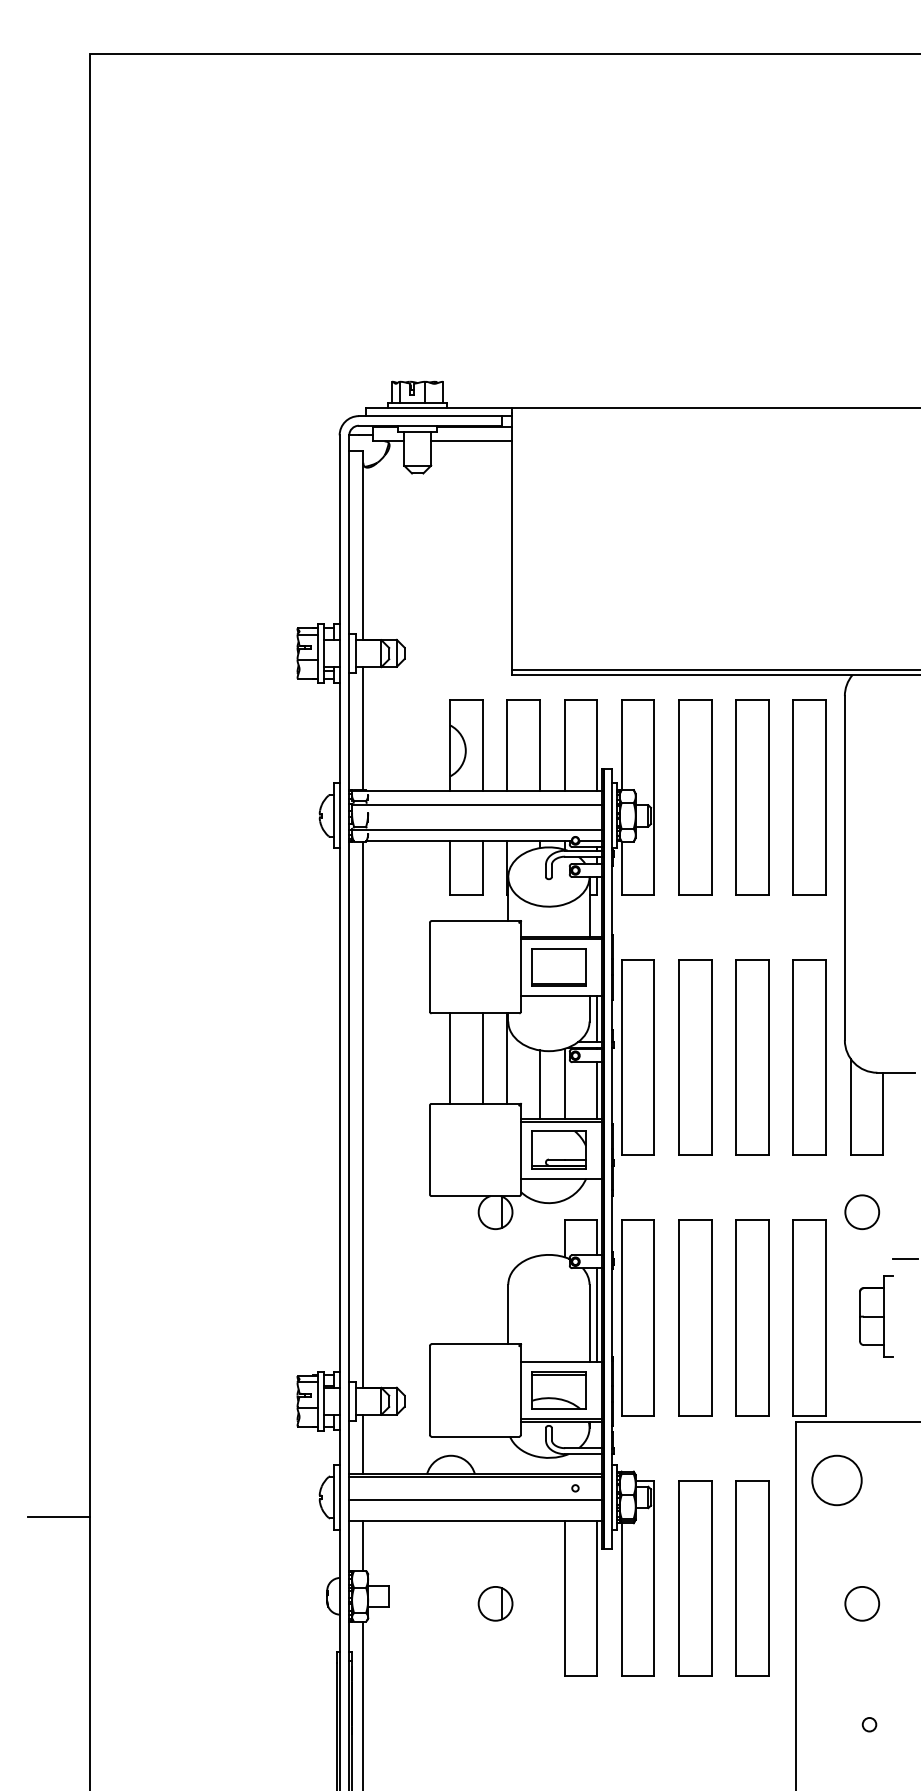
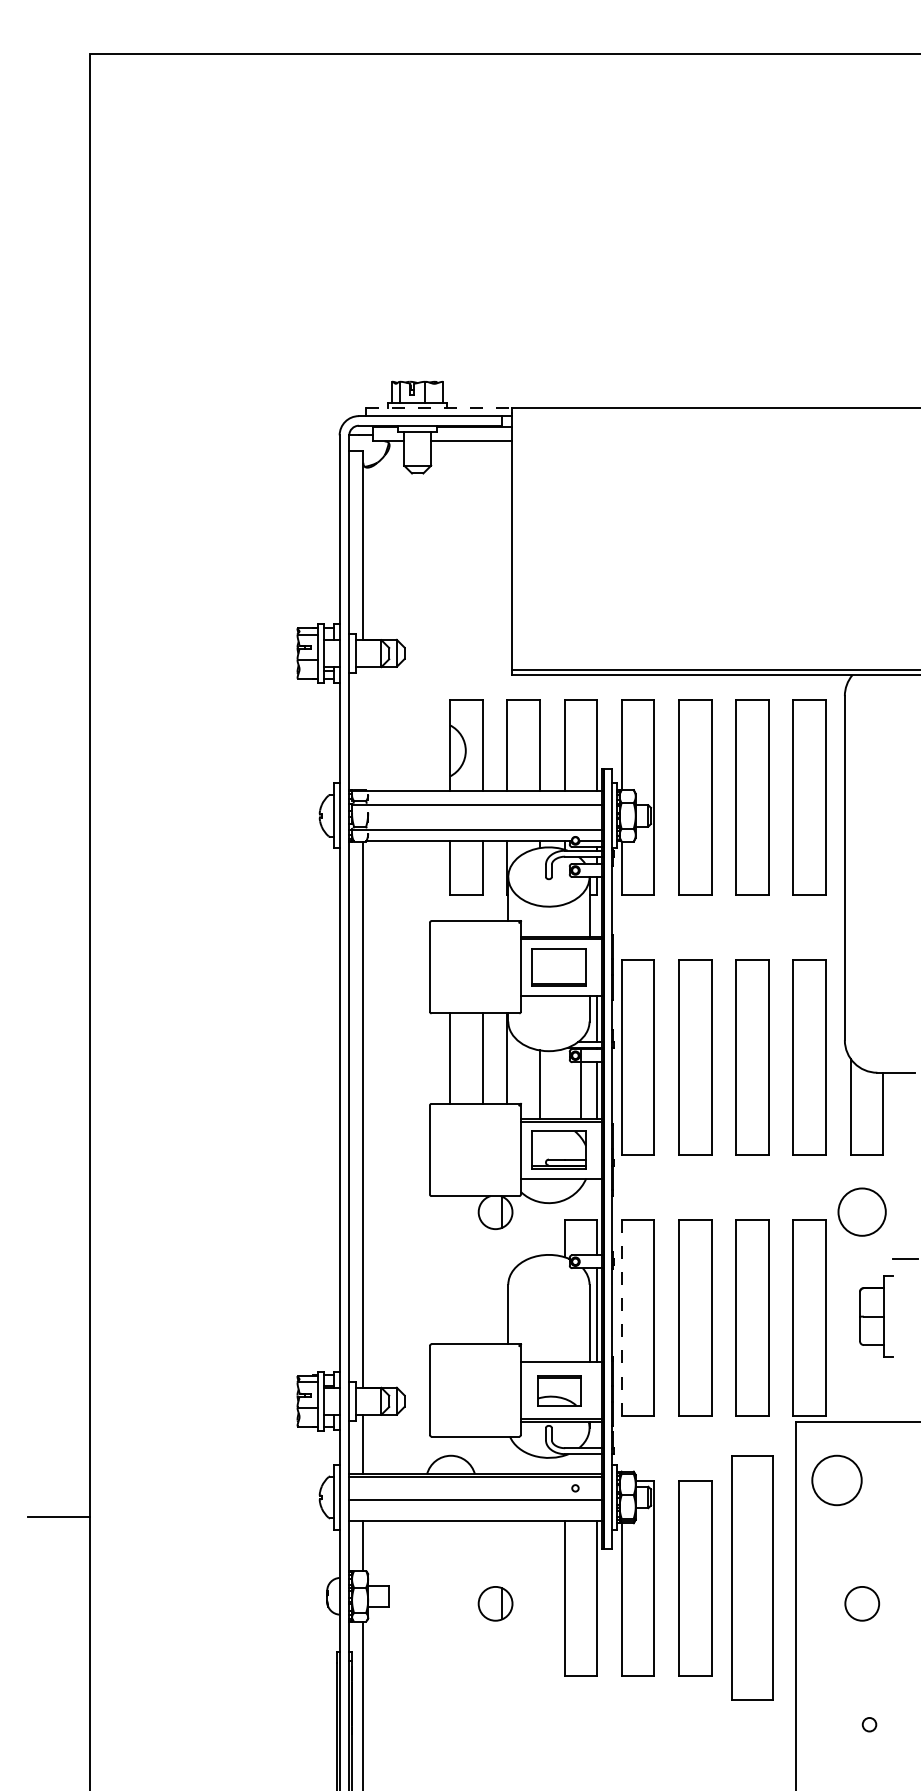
line at (439, 408): solid -> dashed
line at (363, 728): present -> none
line at (564, 1083) position: (564, 1083) -> (580, 1083)
circle at (862, 1212) size: 37x37 px -> 50x50 px
line at (621, 1317): solid -> dashed
part at (558, 1390) size: 56x39 px -> 45x32 px
part at (752, 1578) size: 35x197 px -> 43x246 px
